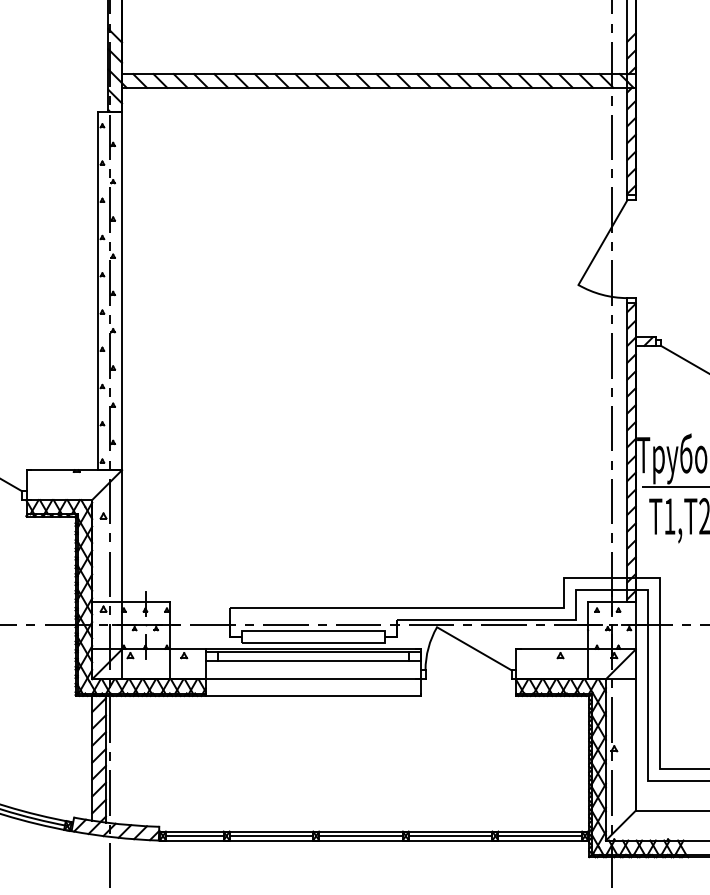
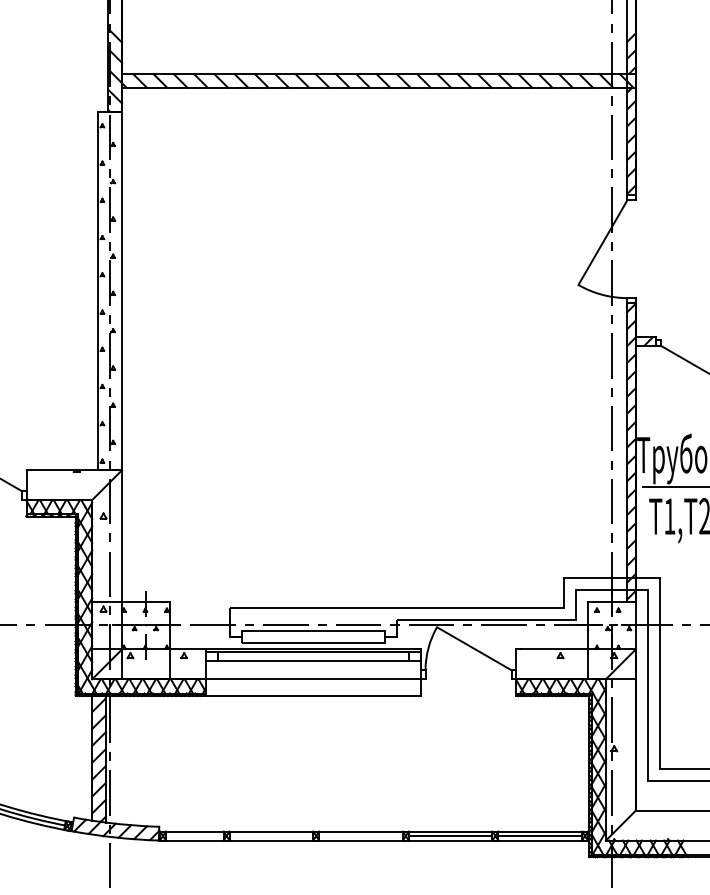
line at (194, 836): present -> none
line at (271, 836): present -> none
line at (360, 836): present -> none
